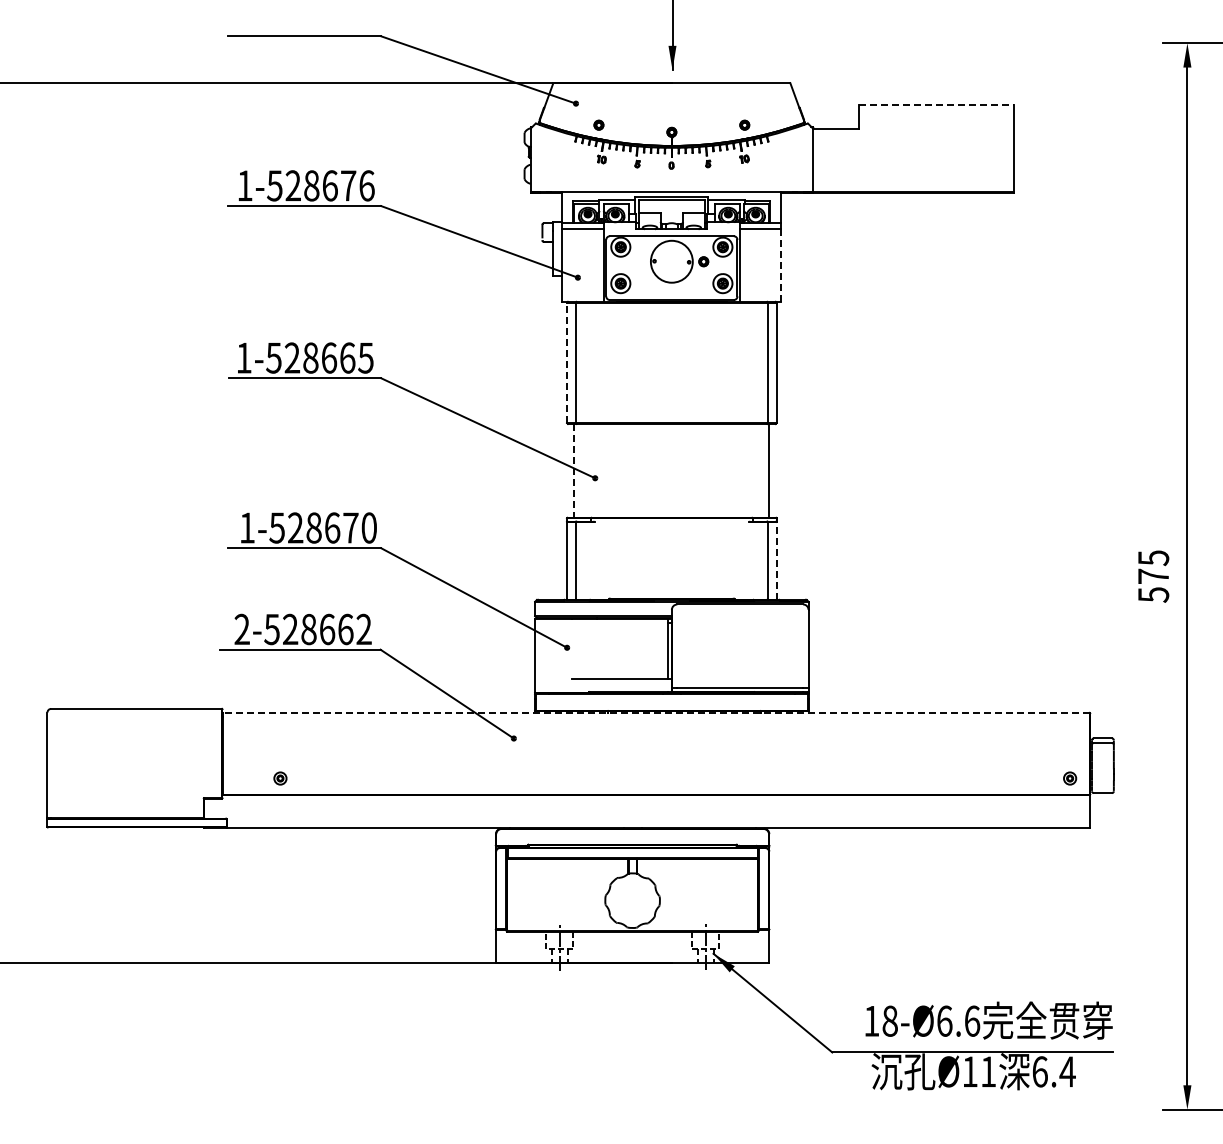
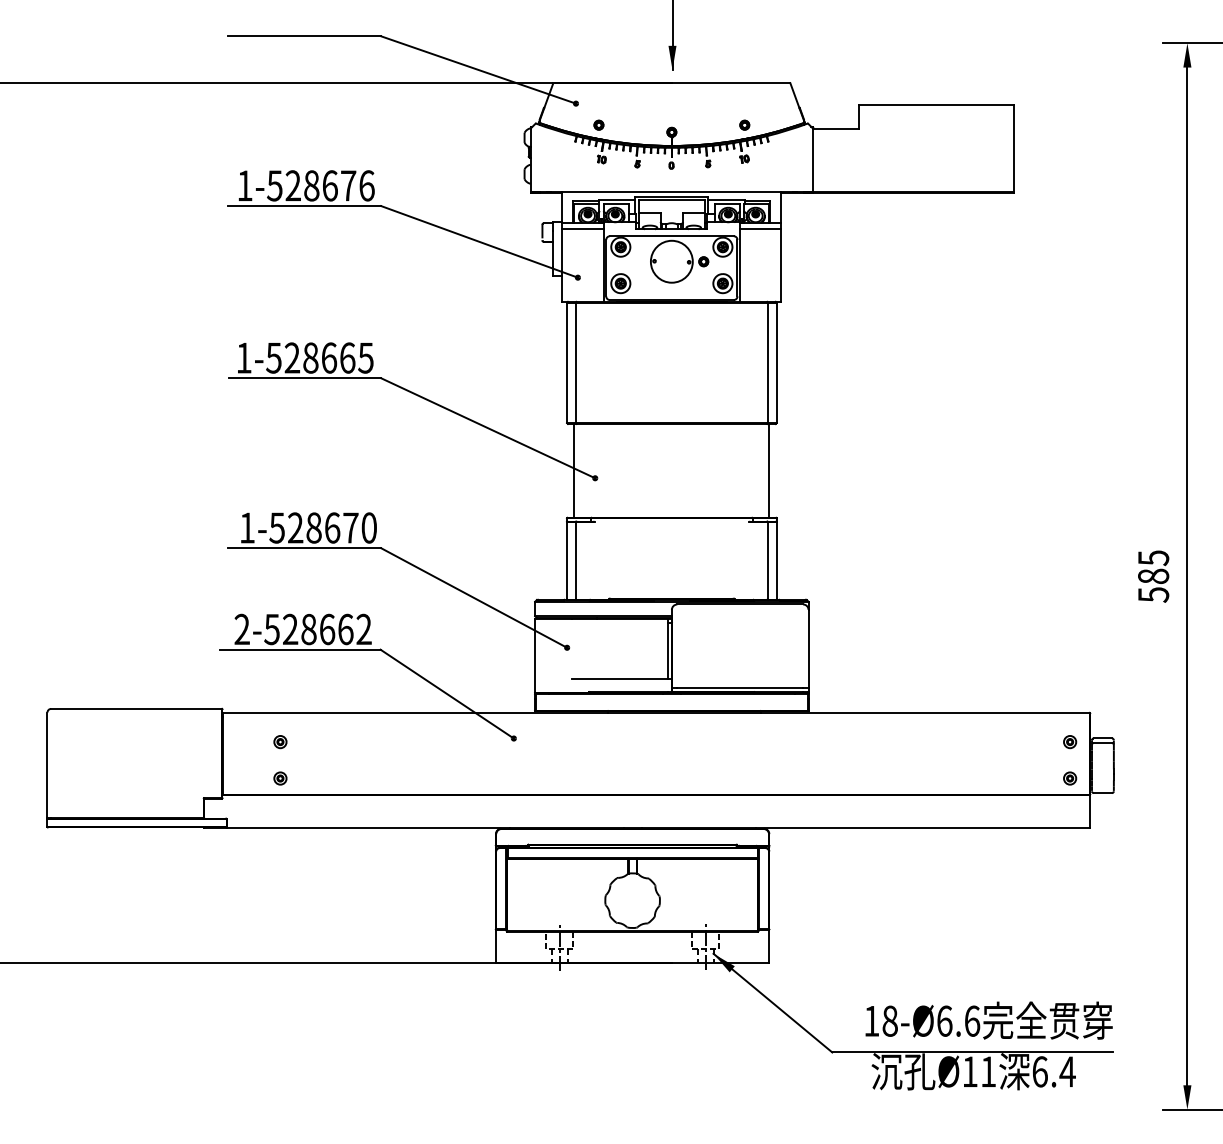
line at (936, 105): dashed -> solid
line at (781, 265): dashed -> solid
line at (567, 362): dashed -> solid
line at (574, 470): dashed -> solid
line at (776, 560): dashed -> solid
text at (1153, 575): 575 -> 585
line at (655, 712): dashed -> solid
part at (280, 742): none -> present
part at (1070, 742): none -> present
